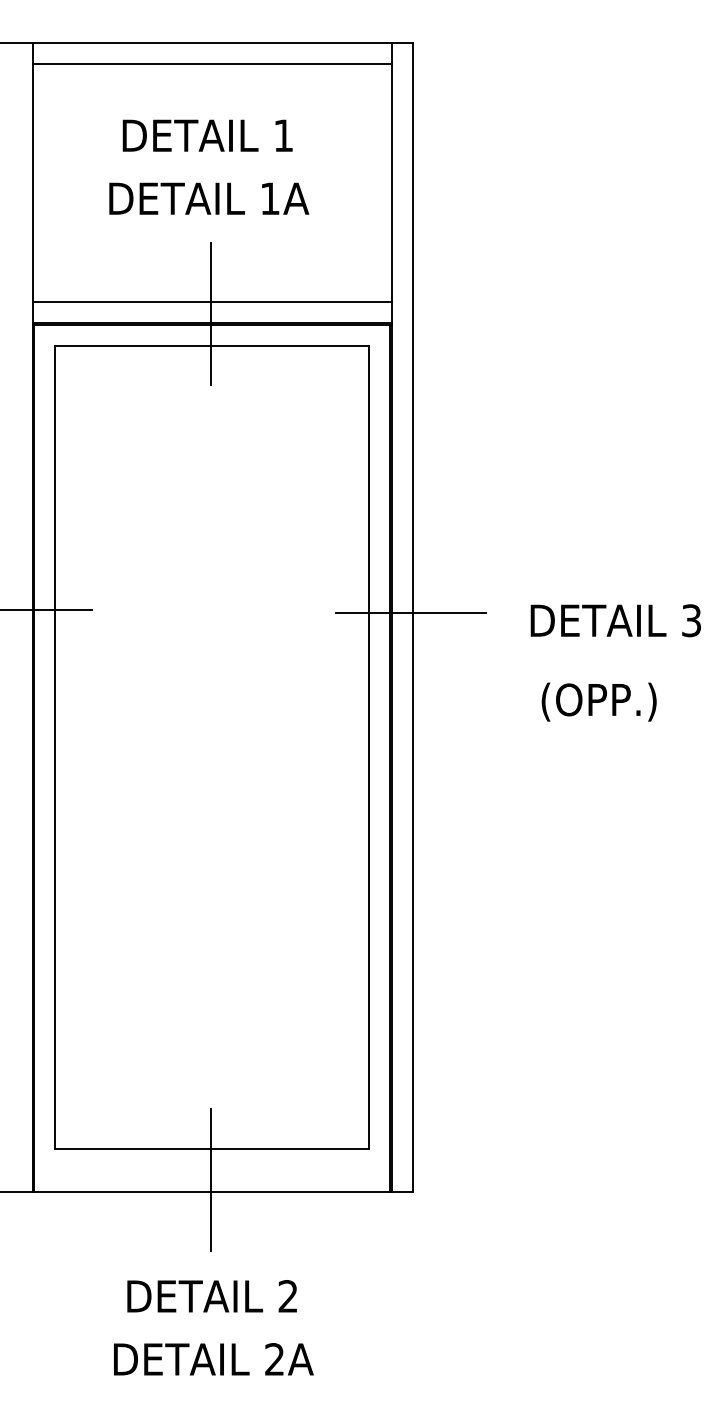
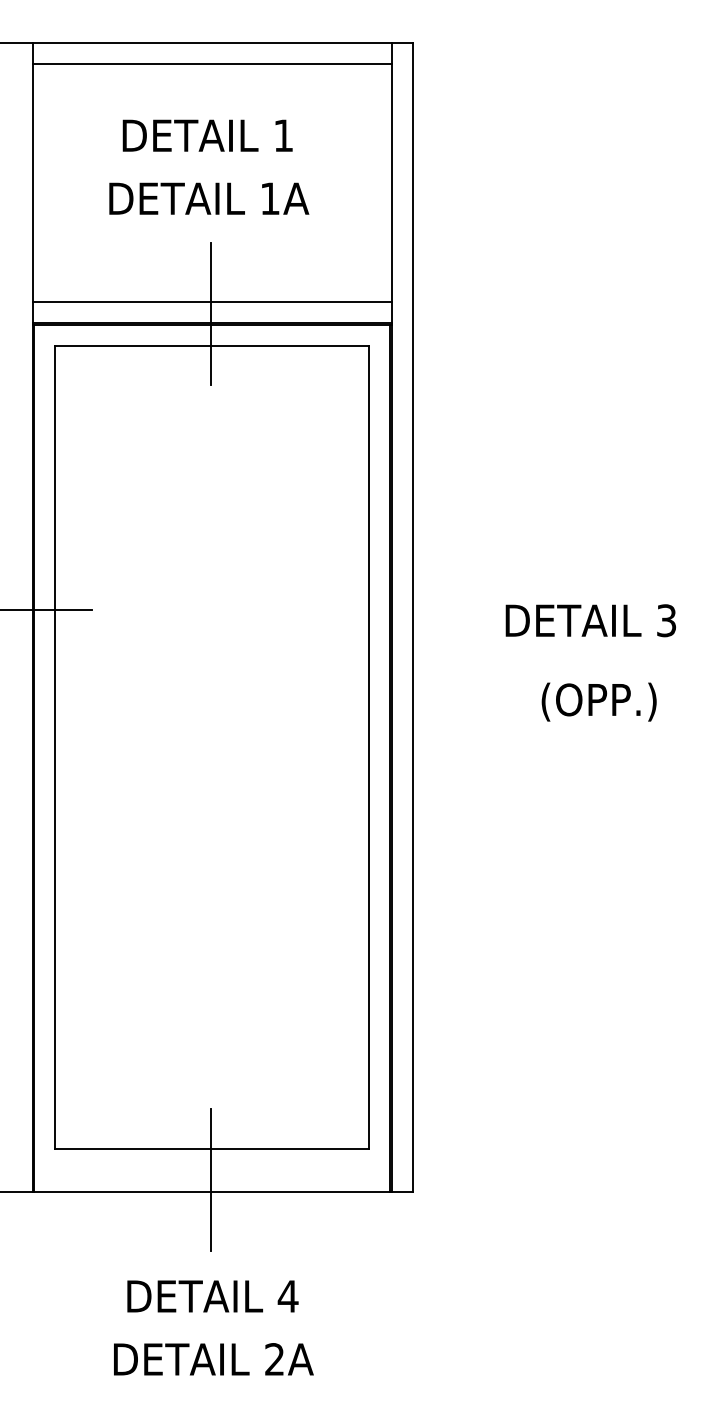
line at (410, 613): present -> none
text at (615, 620) position: (615, 620) -> (590, 620)
text at (287, 1296): 2 -> 4
